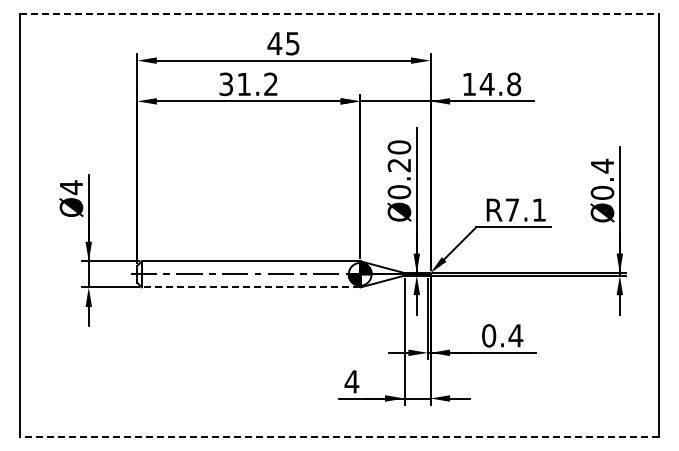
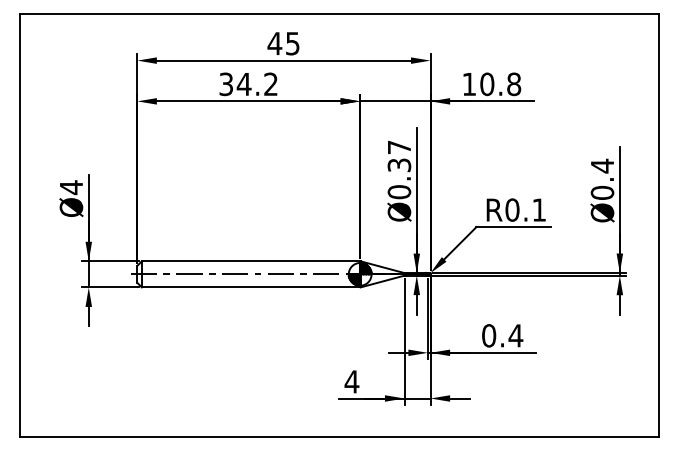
line at (339, 13): dashed -> solid
text at (243, 84): 31.2 -> 34.2
text at (486, 84): 14.8 -> 10.8
text at (399, 156): Ø0.20 -> Ø0.37
text at (512, 209): R7.1 -> R0.1
line at (250, 287): dashed -> solid
line at (339, 437): dashed -> solid
